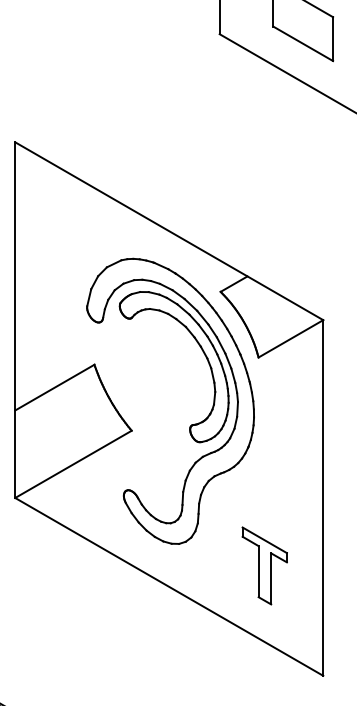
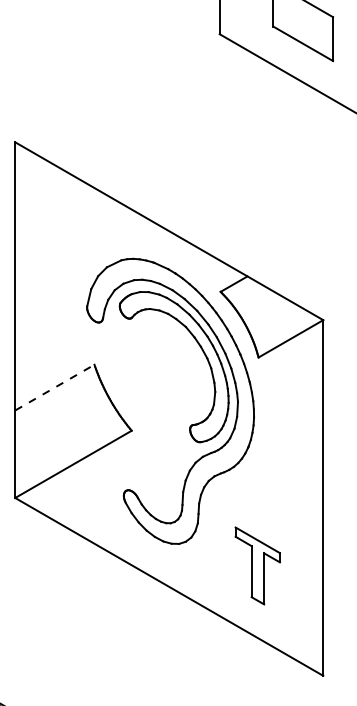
line at (54, 387): solid -> dashed
part at (264, 565) position: (264, 565) -> (257, 565)
